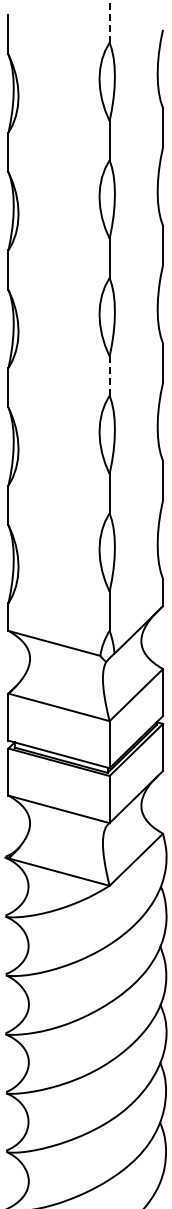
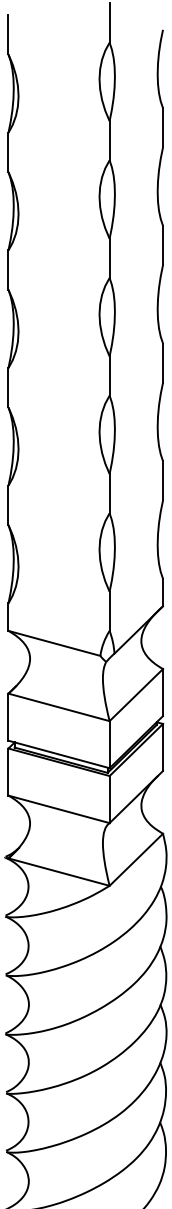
line at (109, 23): dashed -> solid
line at (109, 376): dashed -> solid
